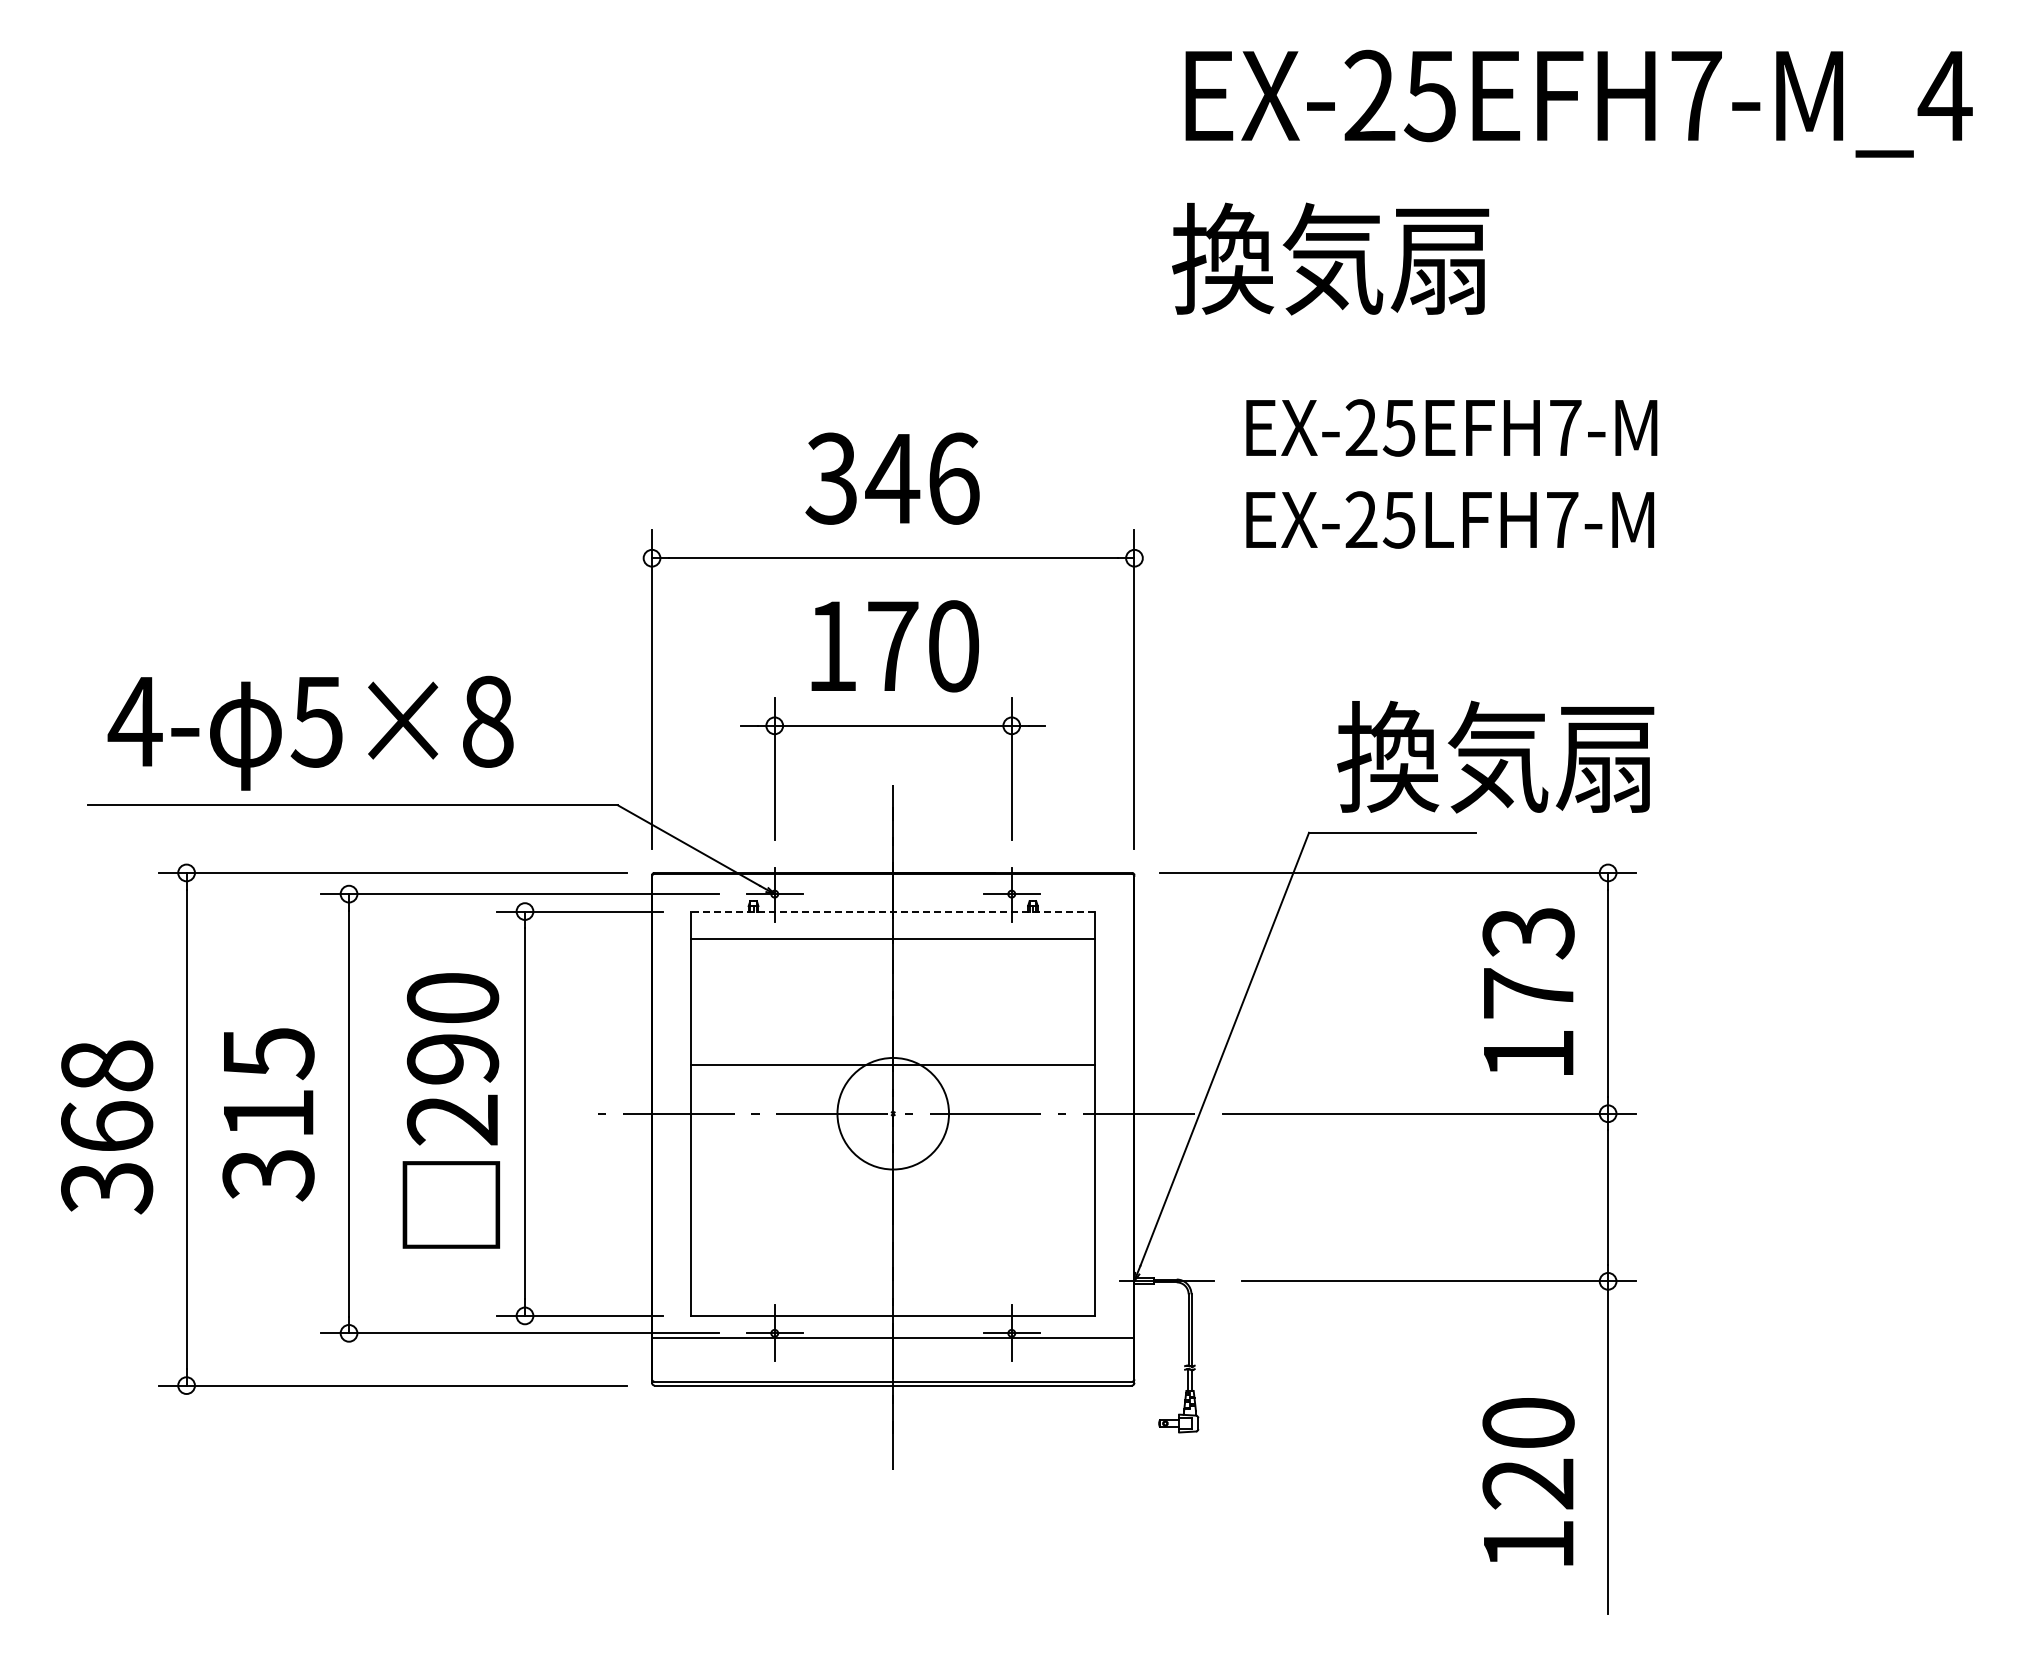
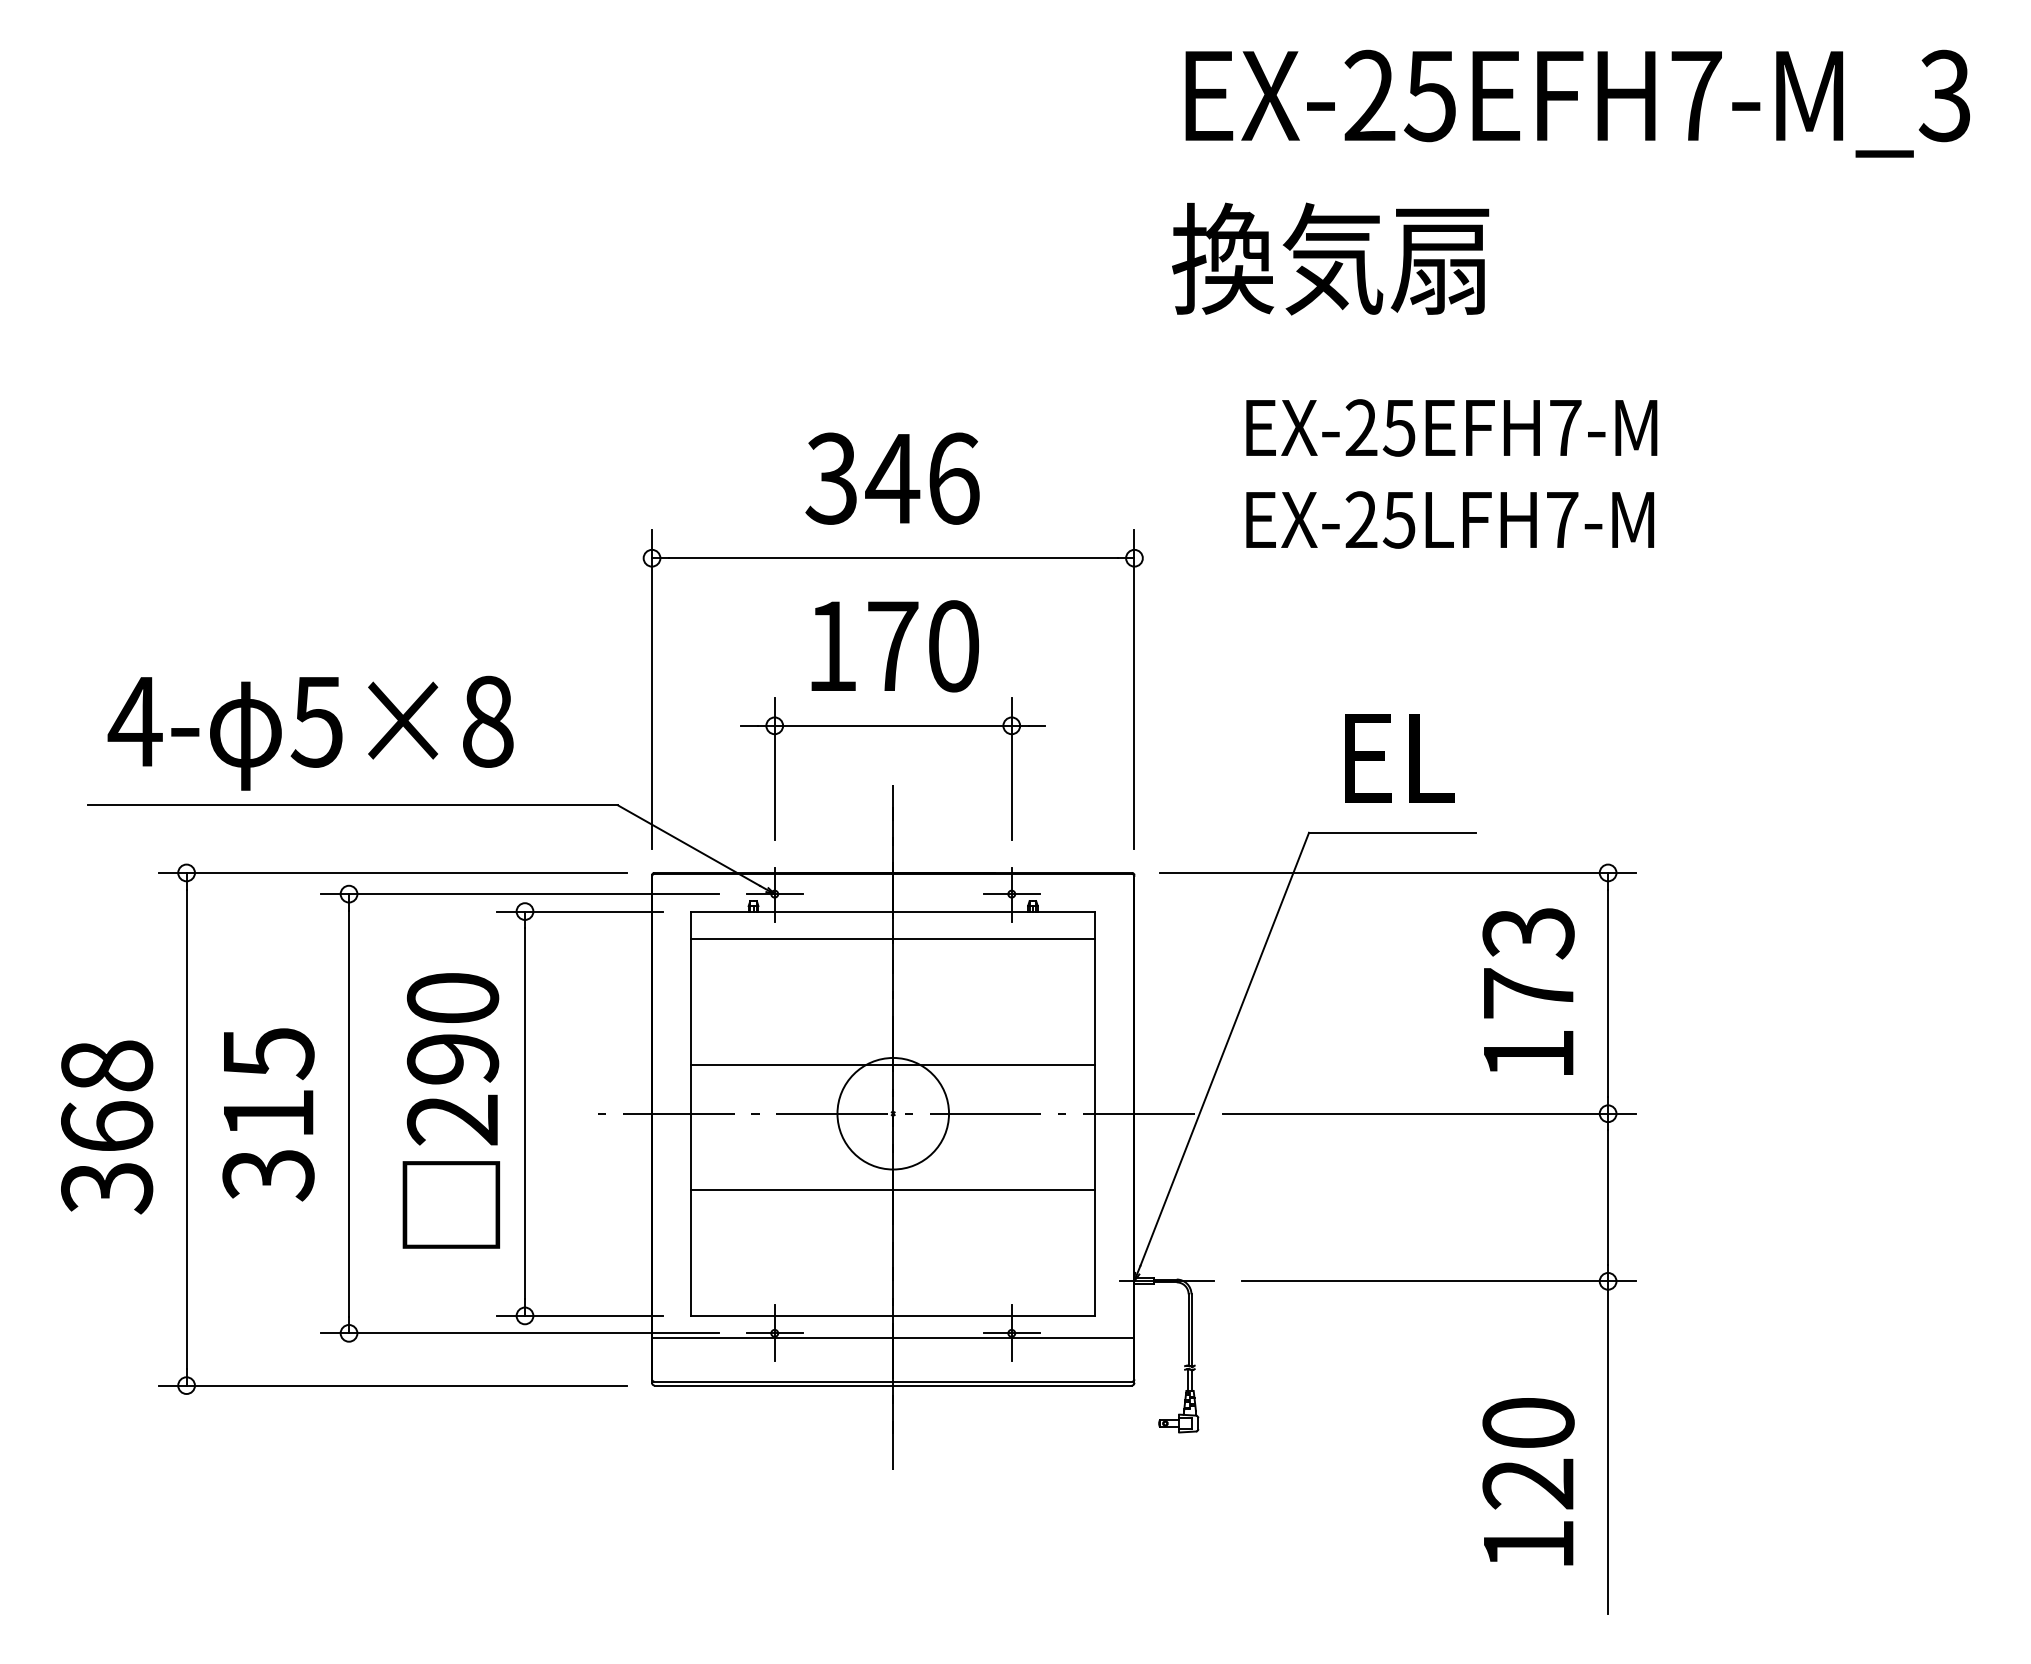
text at (1944, 95): EX-25EFH7-M_4 -> EX-25EFH7-M_3
text at (1495, 756): 換気扇 -> EL
line at (892, 911): dashed -> solid
line at (893, 1190): none -> present
